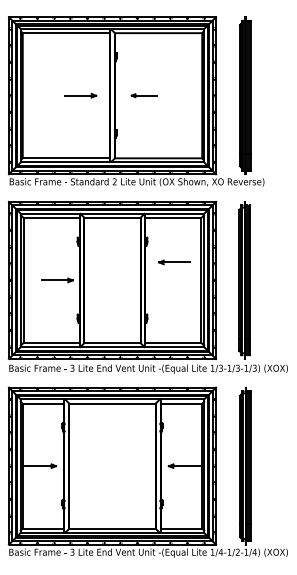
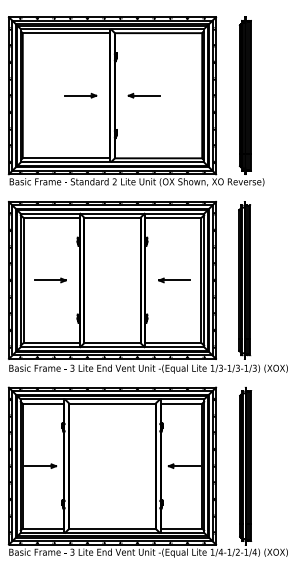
part at (143, 95) size: 28x6 px -> 34x7 px
part at (174, 262) position: (174, 262) -> (174, 280)
part at (57, 280) position: (57, 280) -> (50, 280)
